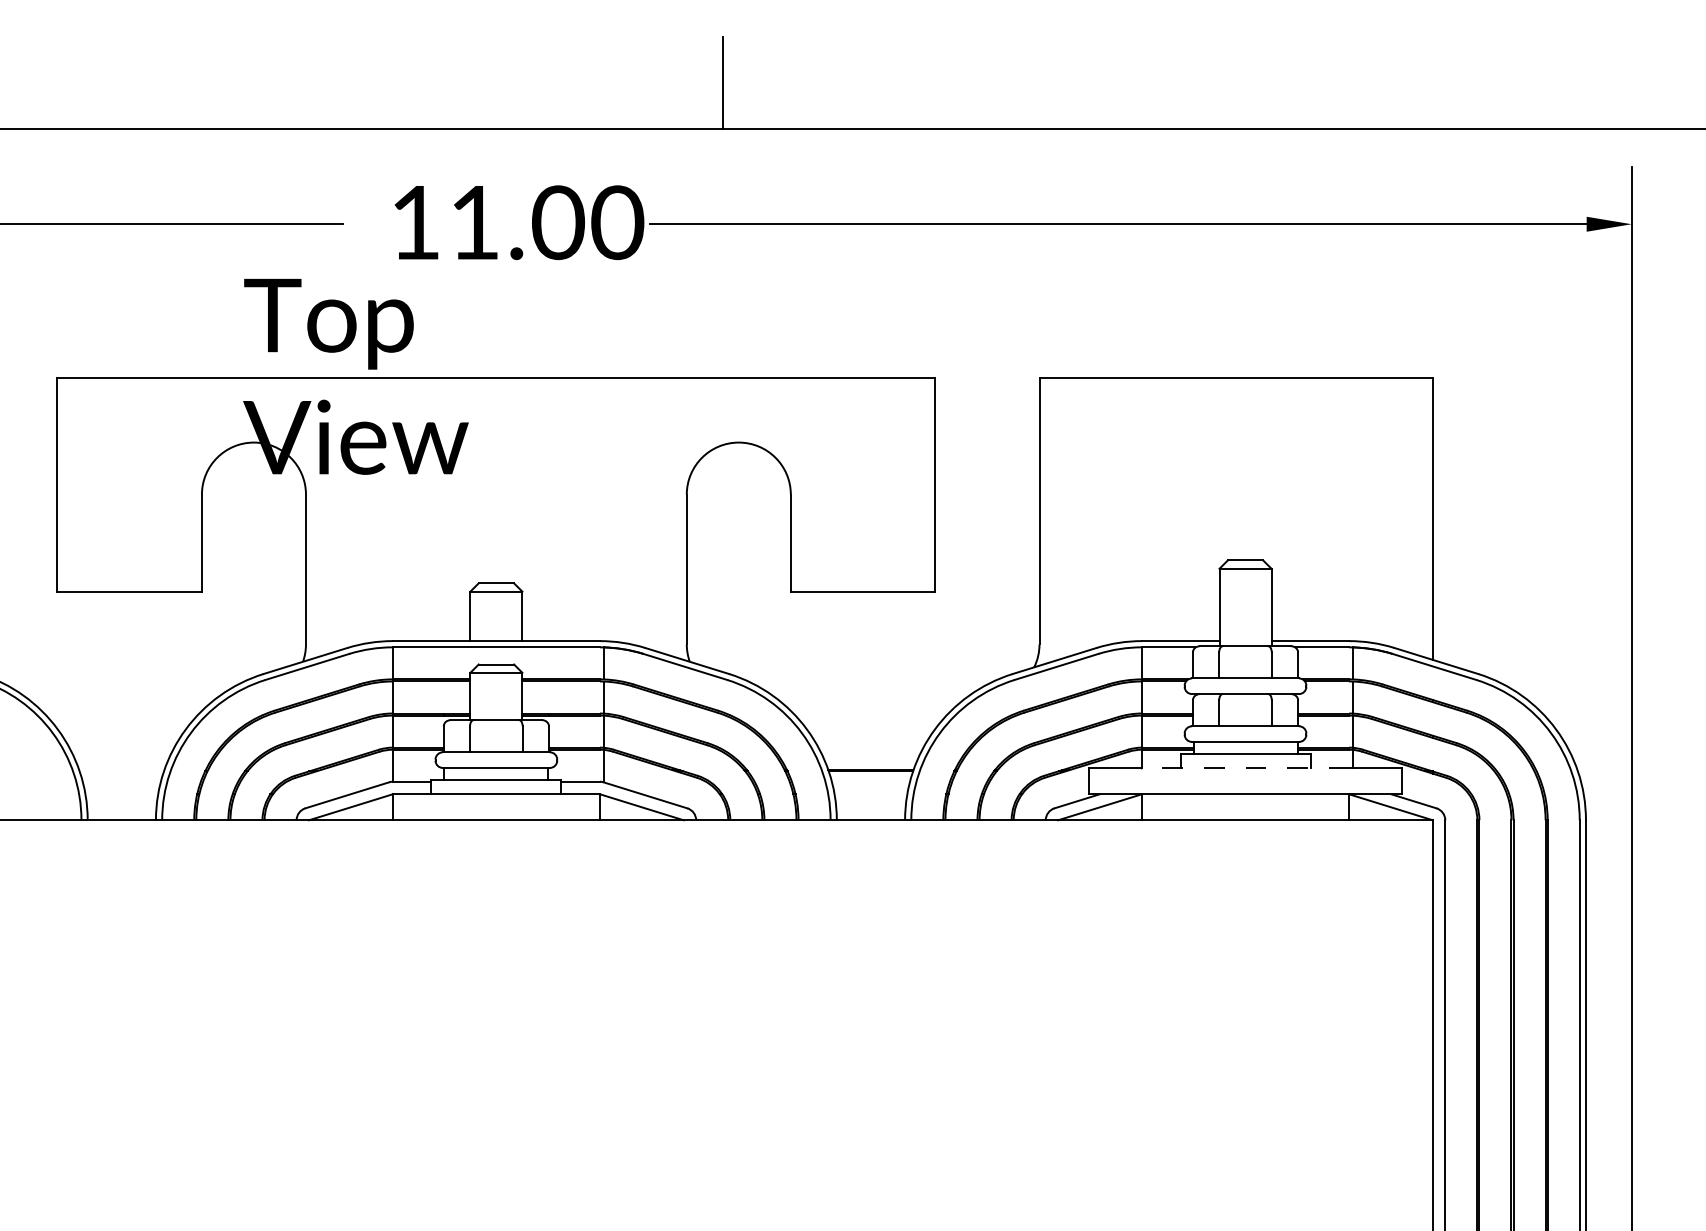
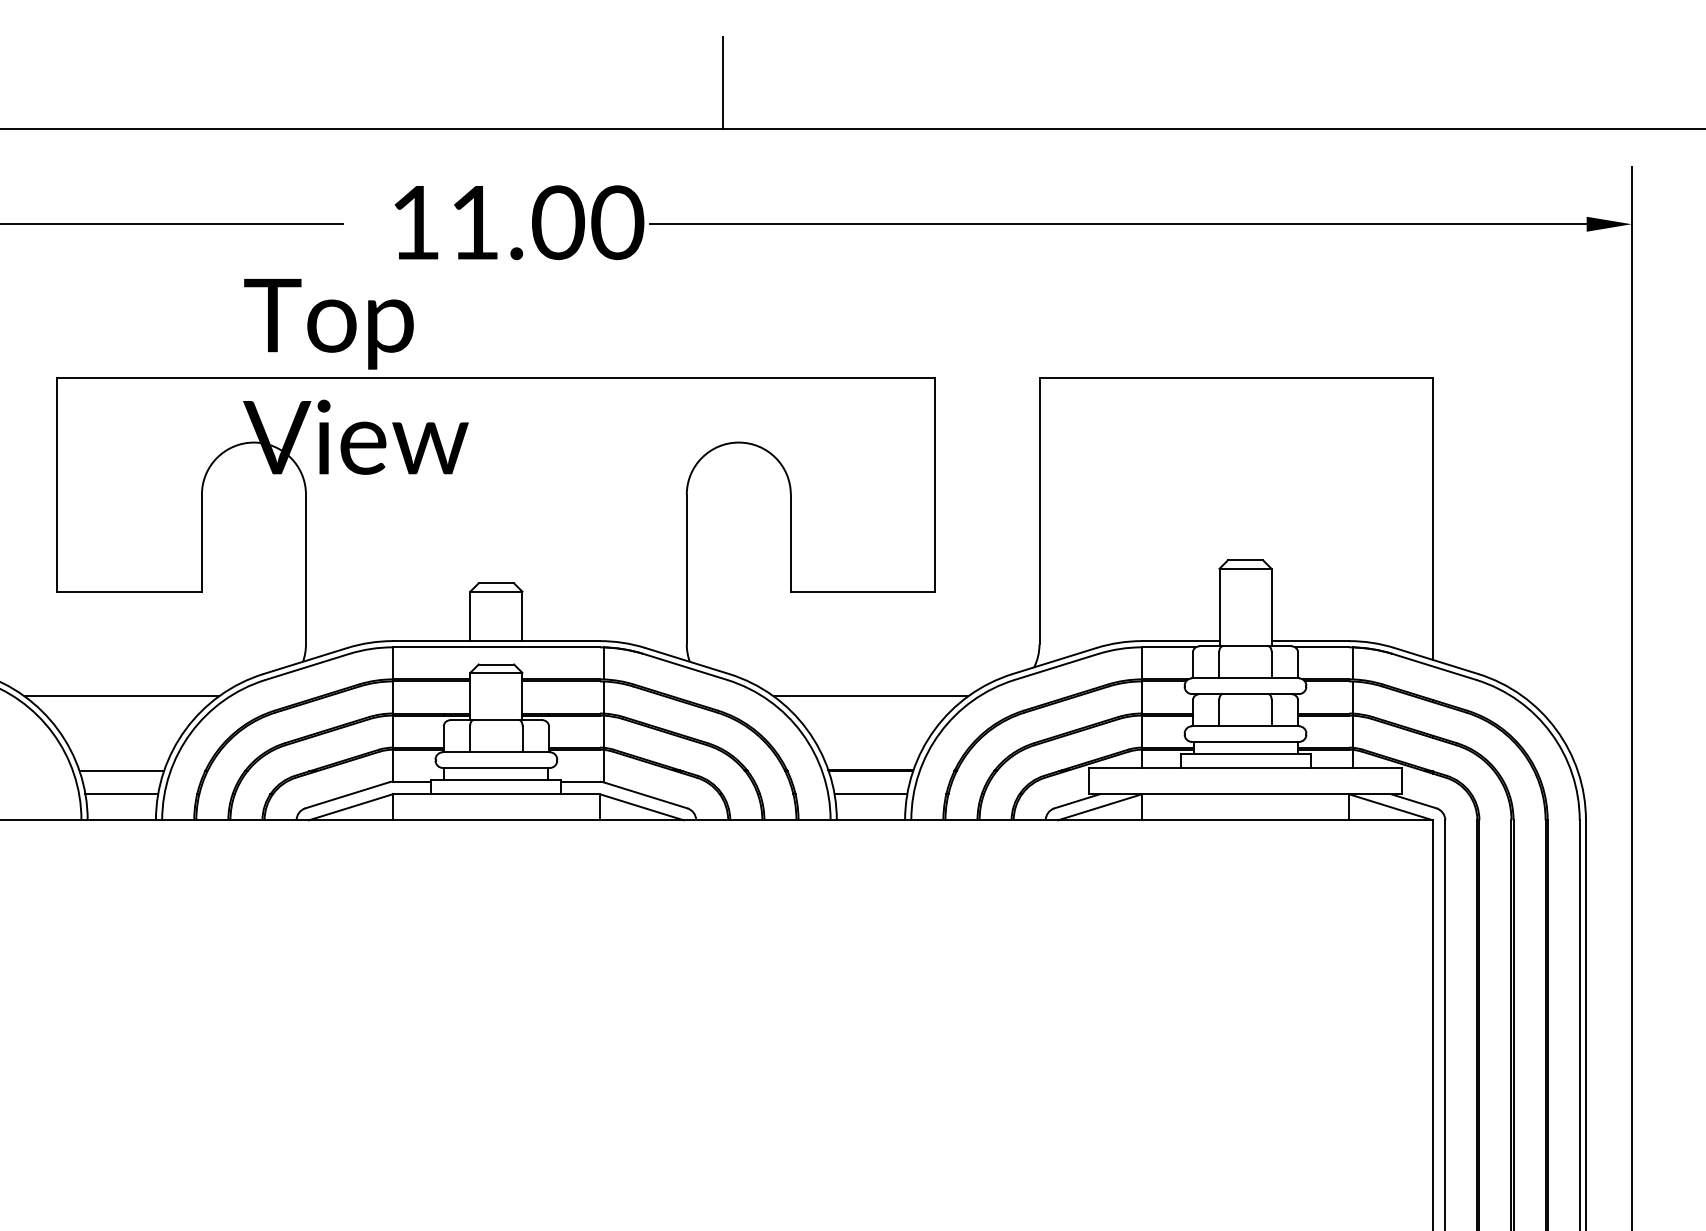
line at (121, 696): none -> present
line at (870, 696): none -> present
line at (1245, 768): dashed -> solid
line at (121, 771): none -> present
line at (121, 794): none -> present
line at (870, 794): none -> present
